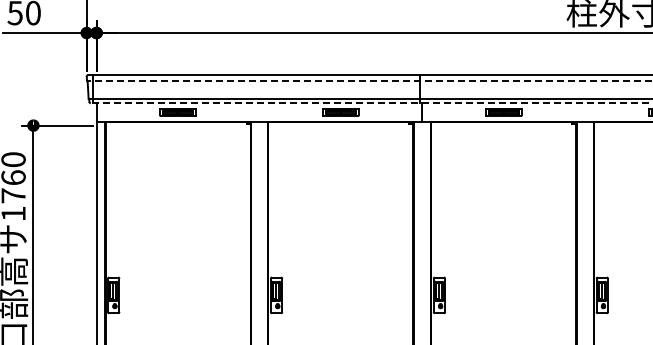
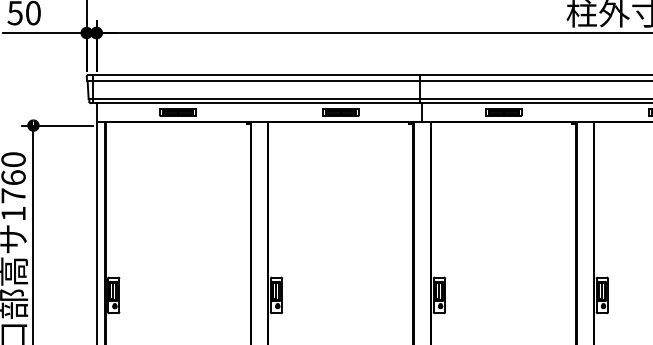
line at (369, 80): dashed -> solid
line at (371, 103): dashed -> solid
